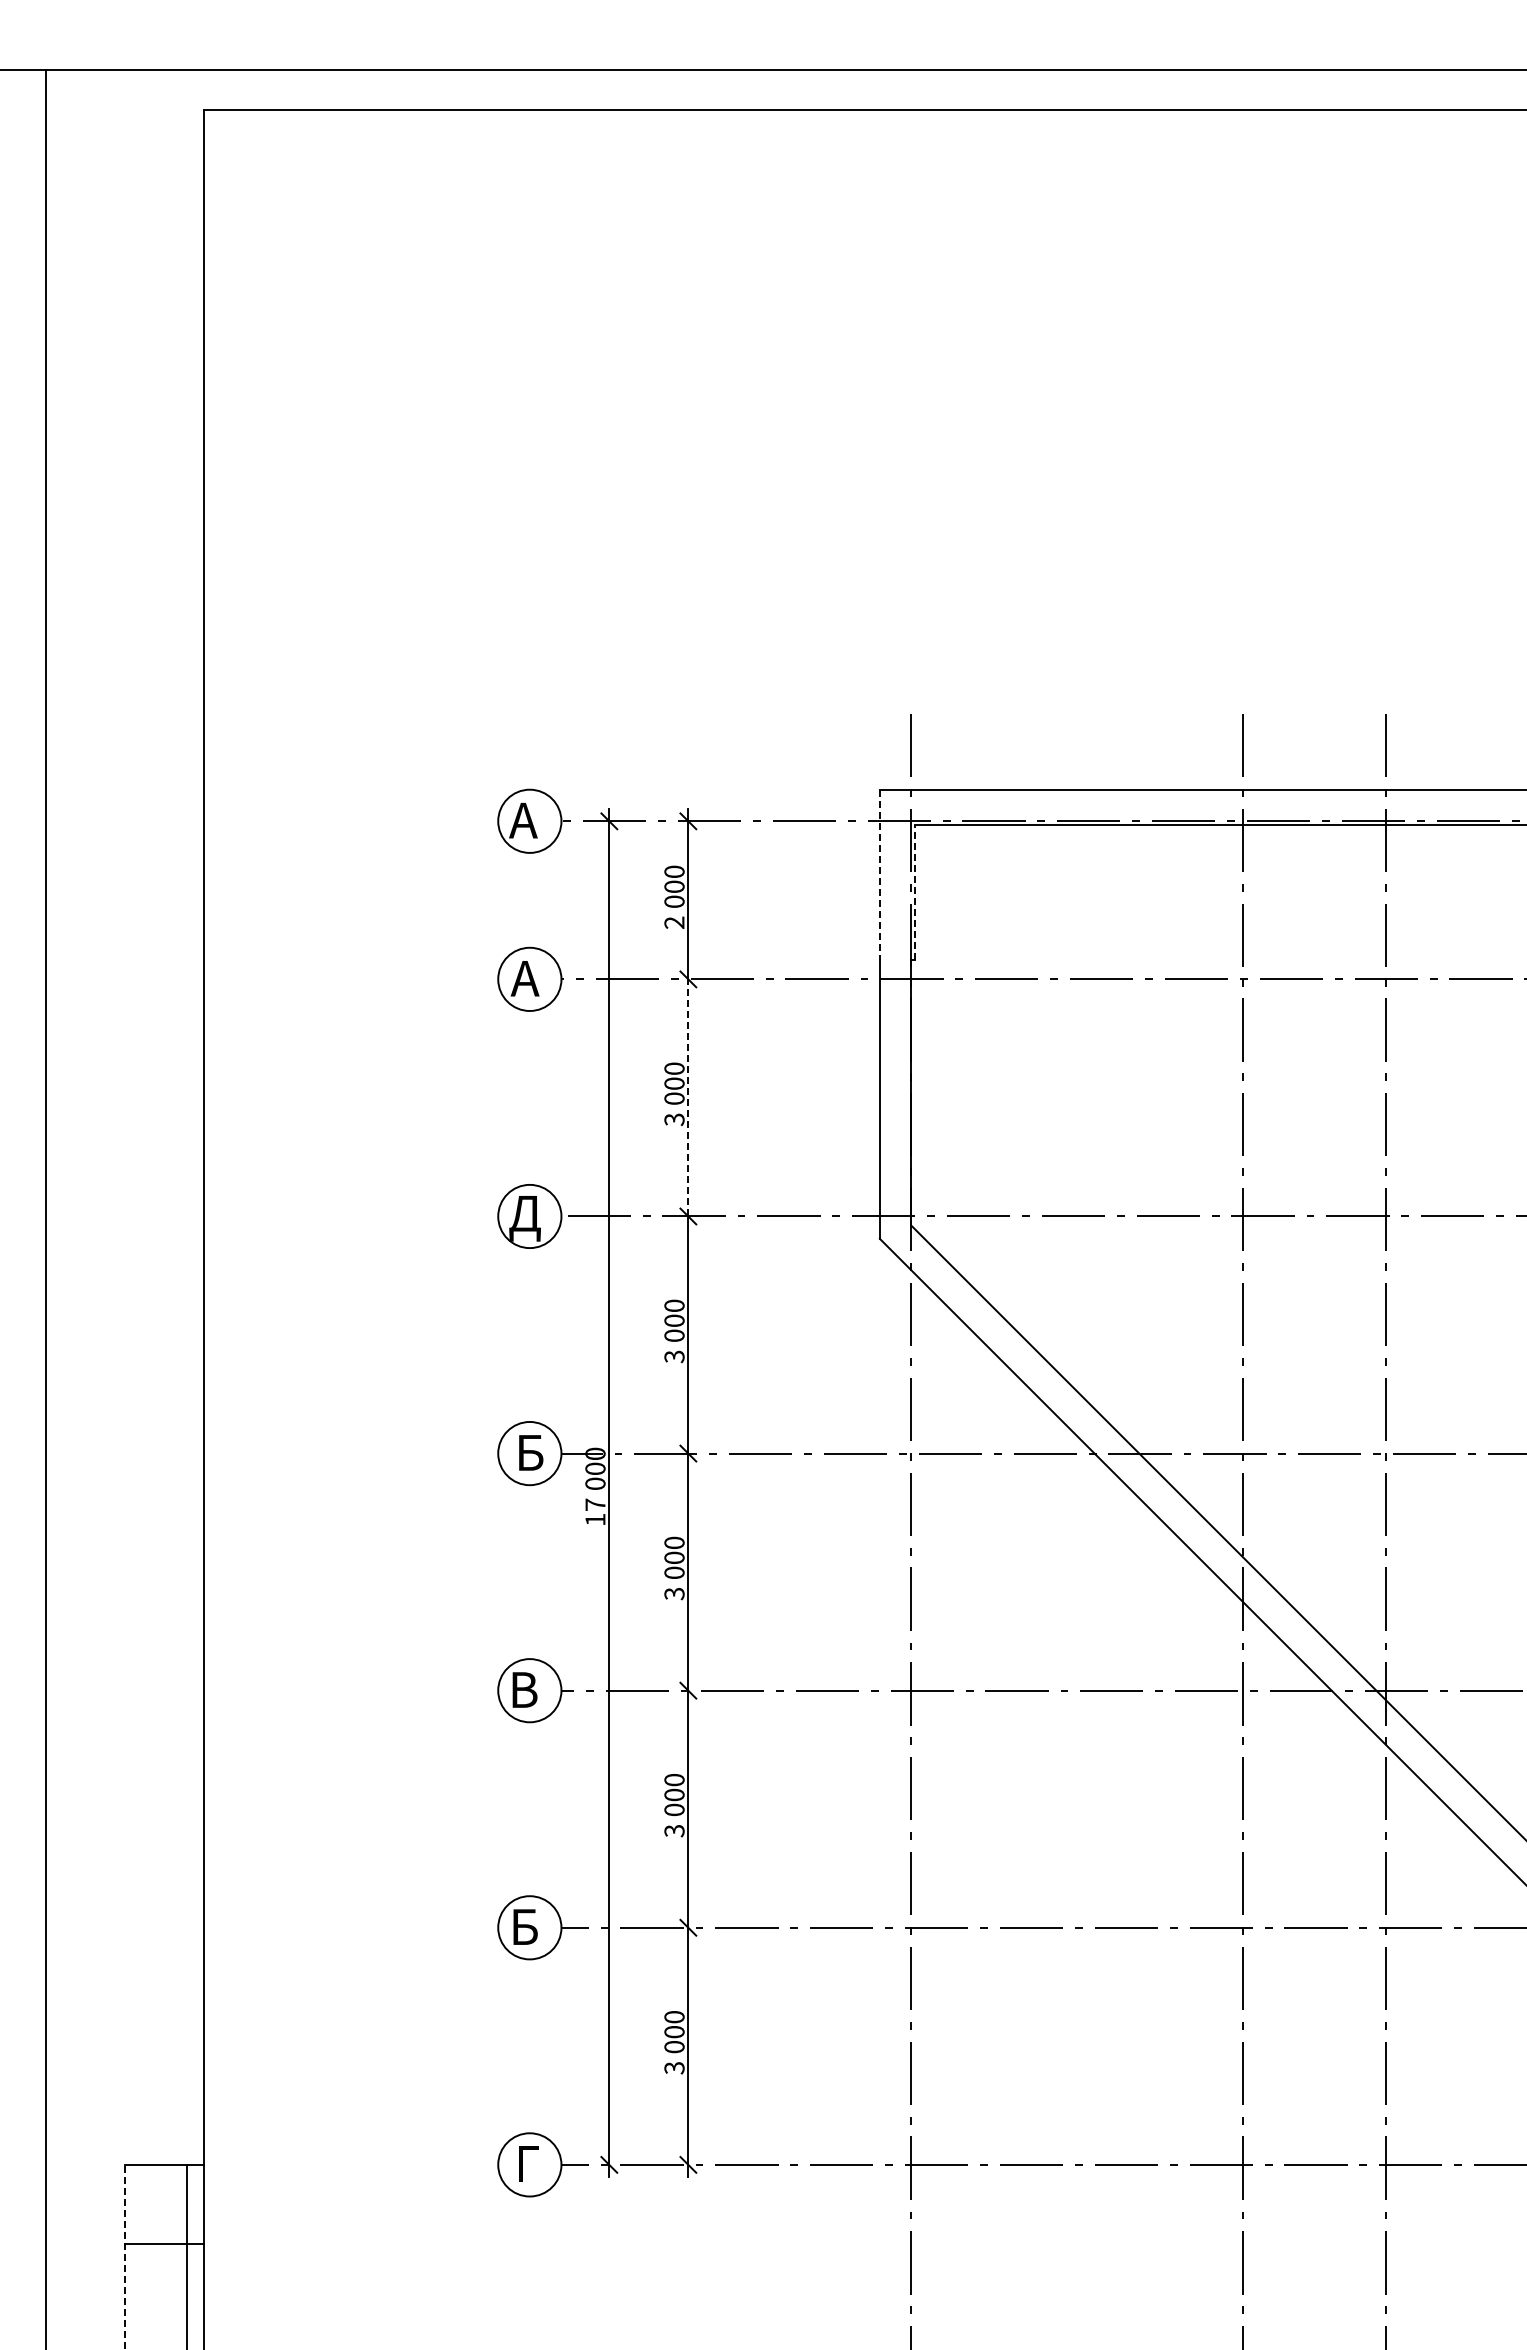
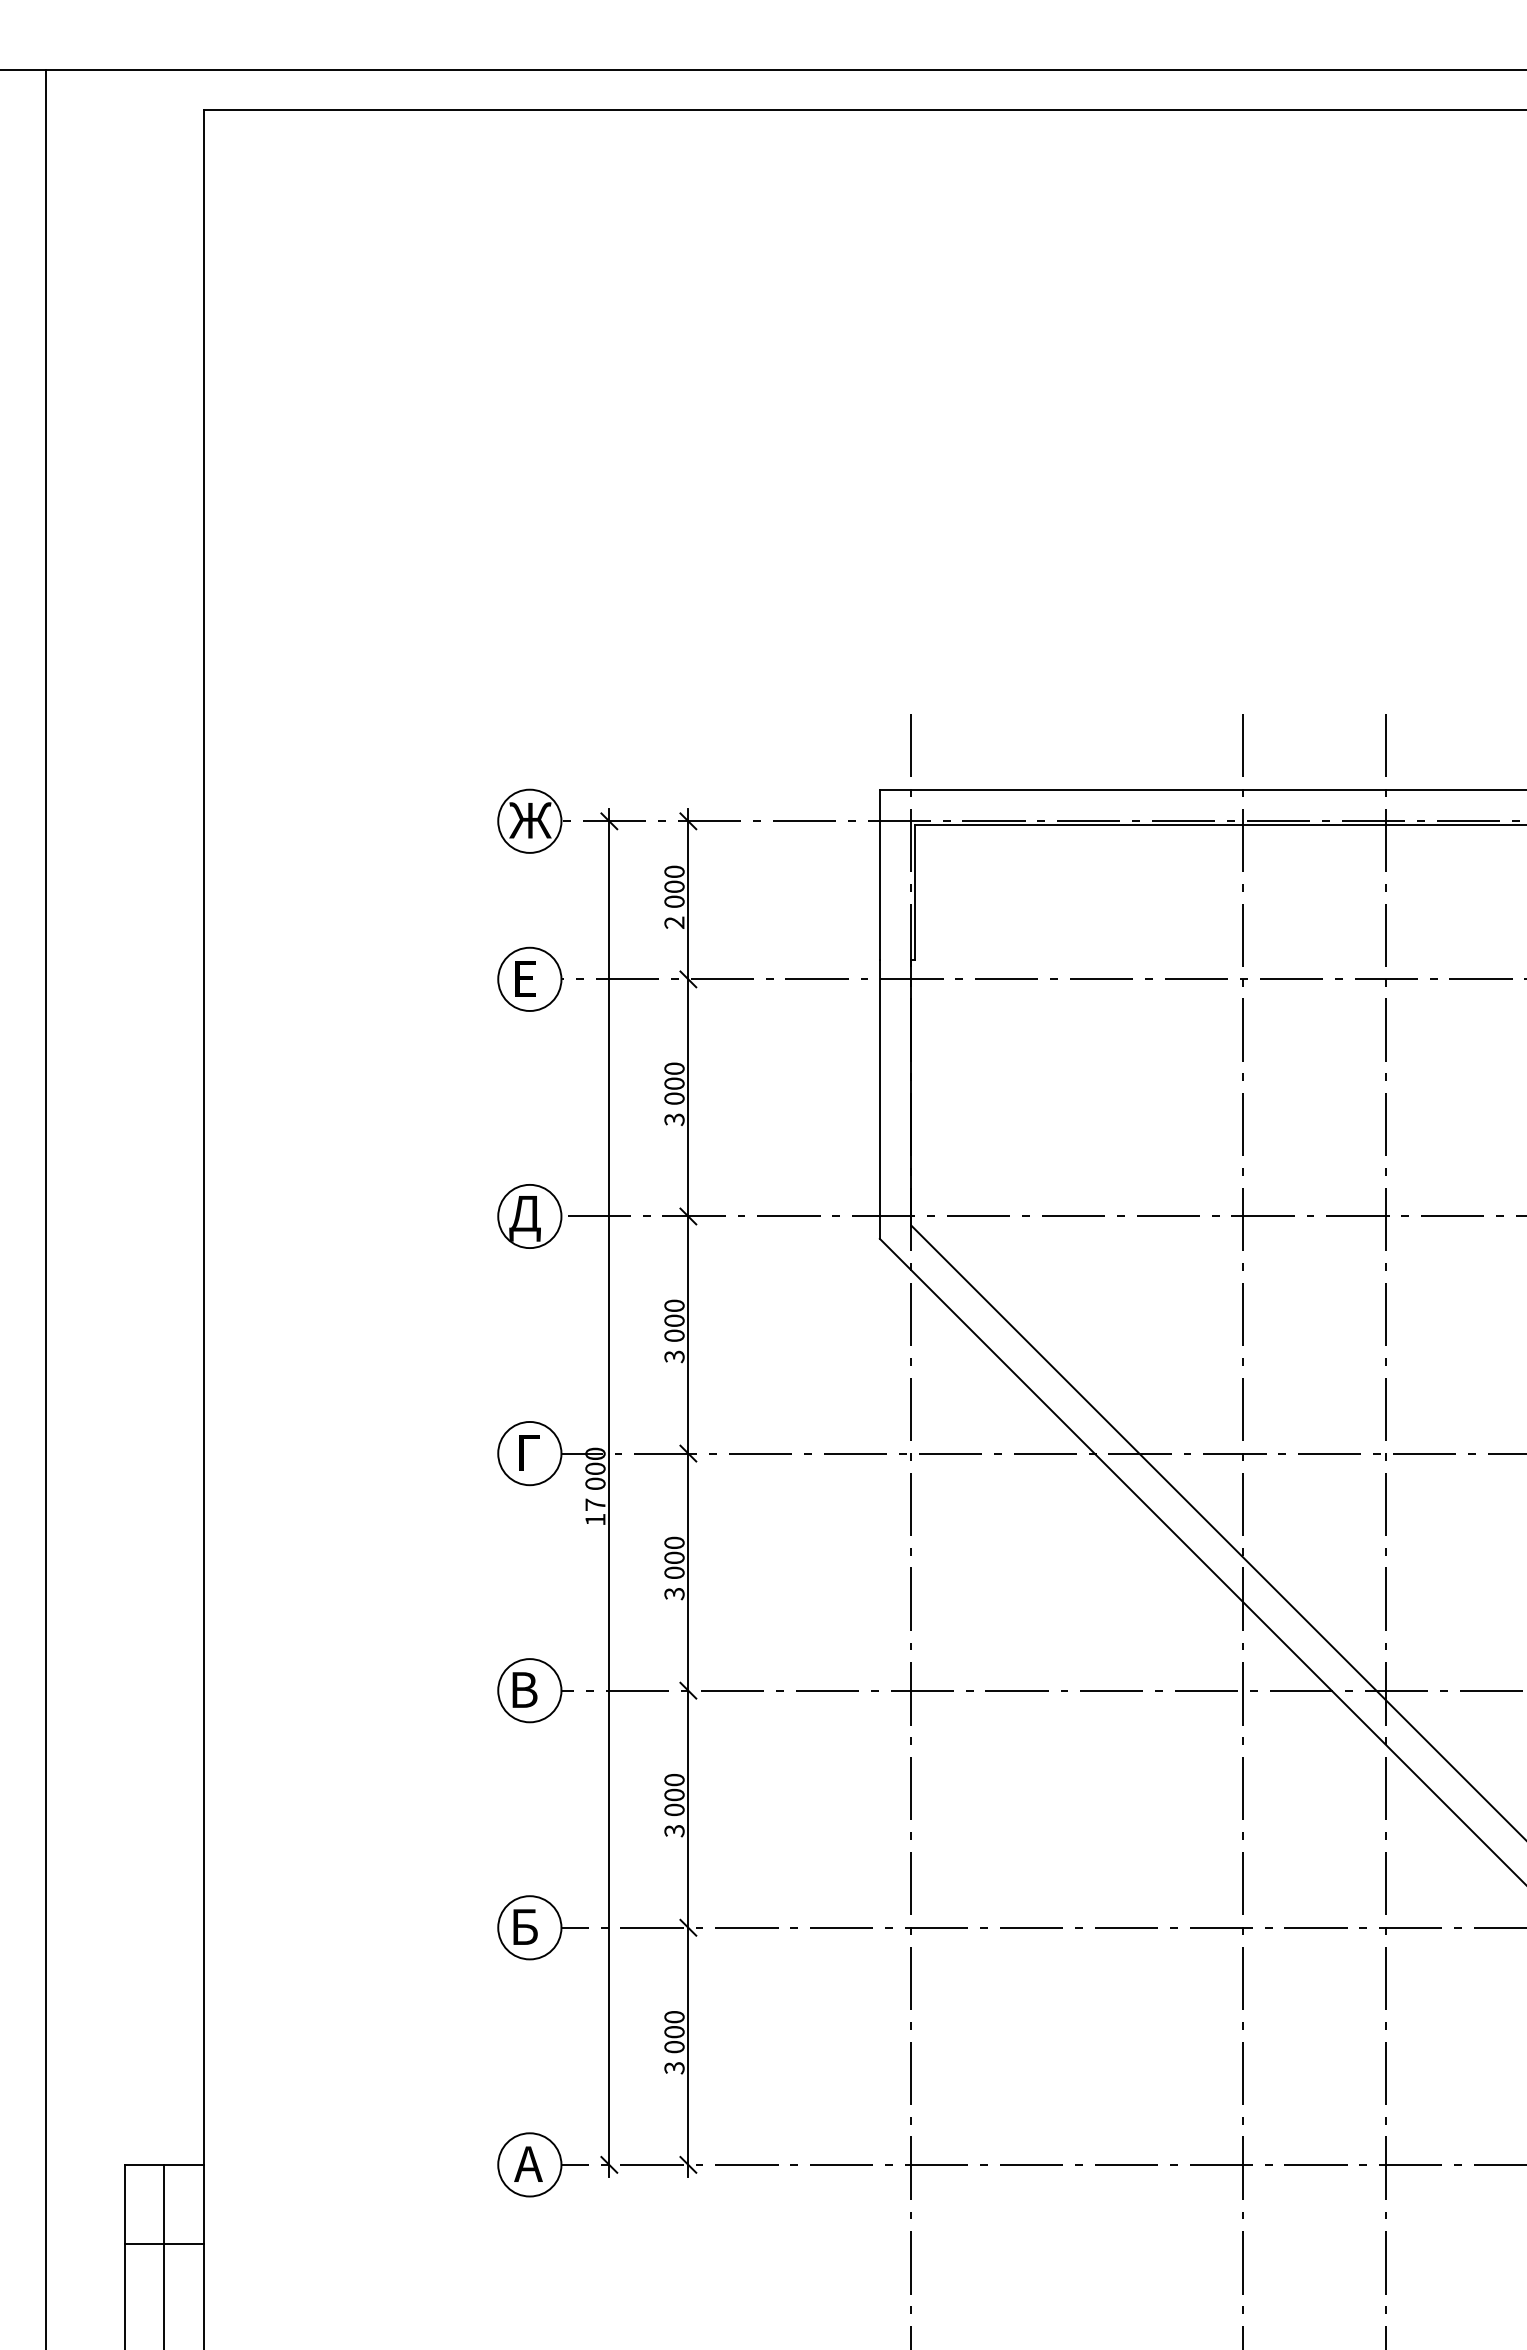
text at (530, 820): А -> Ж
line at (879, 874): dashed -> solid
line at (915, 891): dashed -> solid
text at (524, 978): А -> Е
line at (688, 1097): dashed -> solid
text at (531, 1452): Б -> Г
text at (528, 2163): Г -> А
line at (187, 2255) position: (187, 2255) -> (164, 2255)
line at (124, 2256): dashed -> solid
